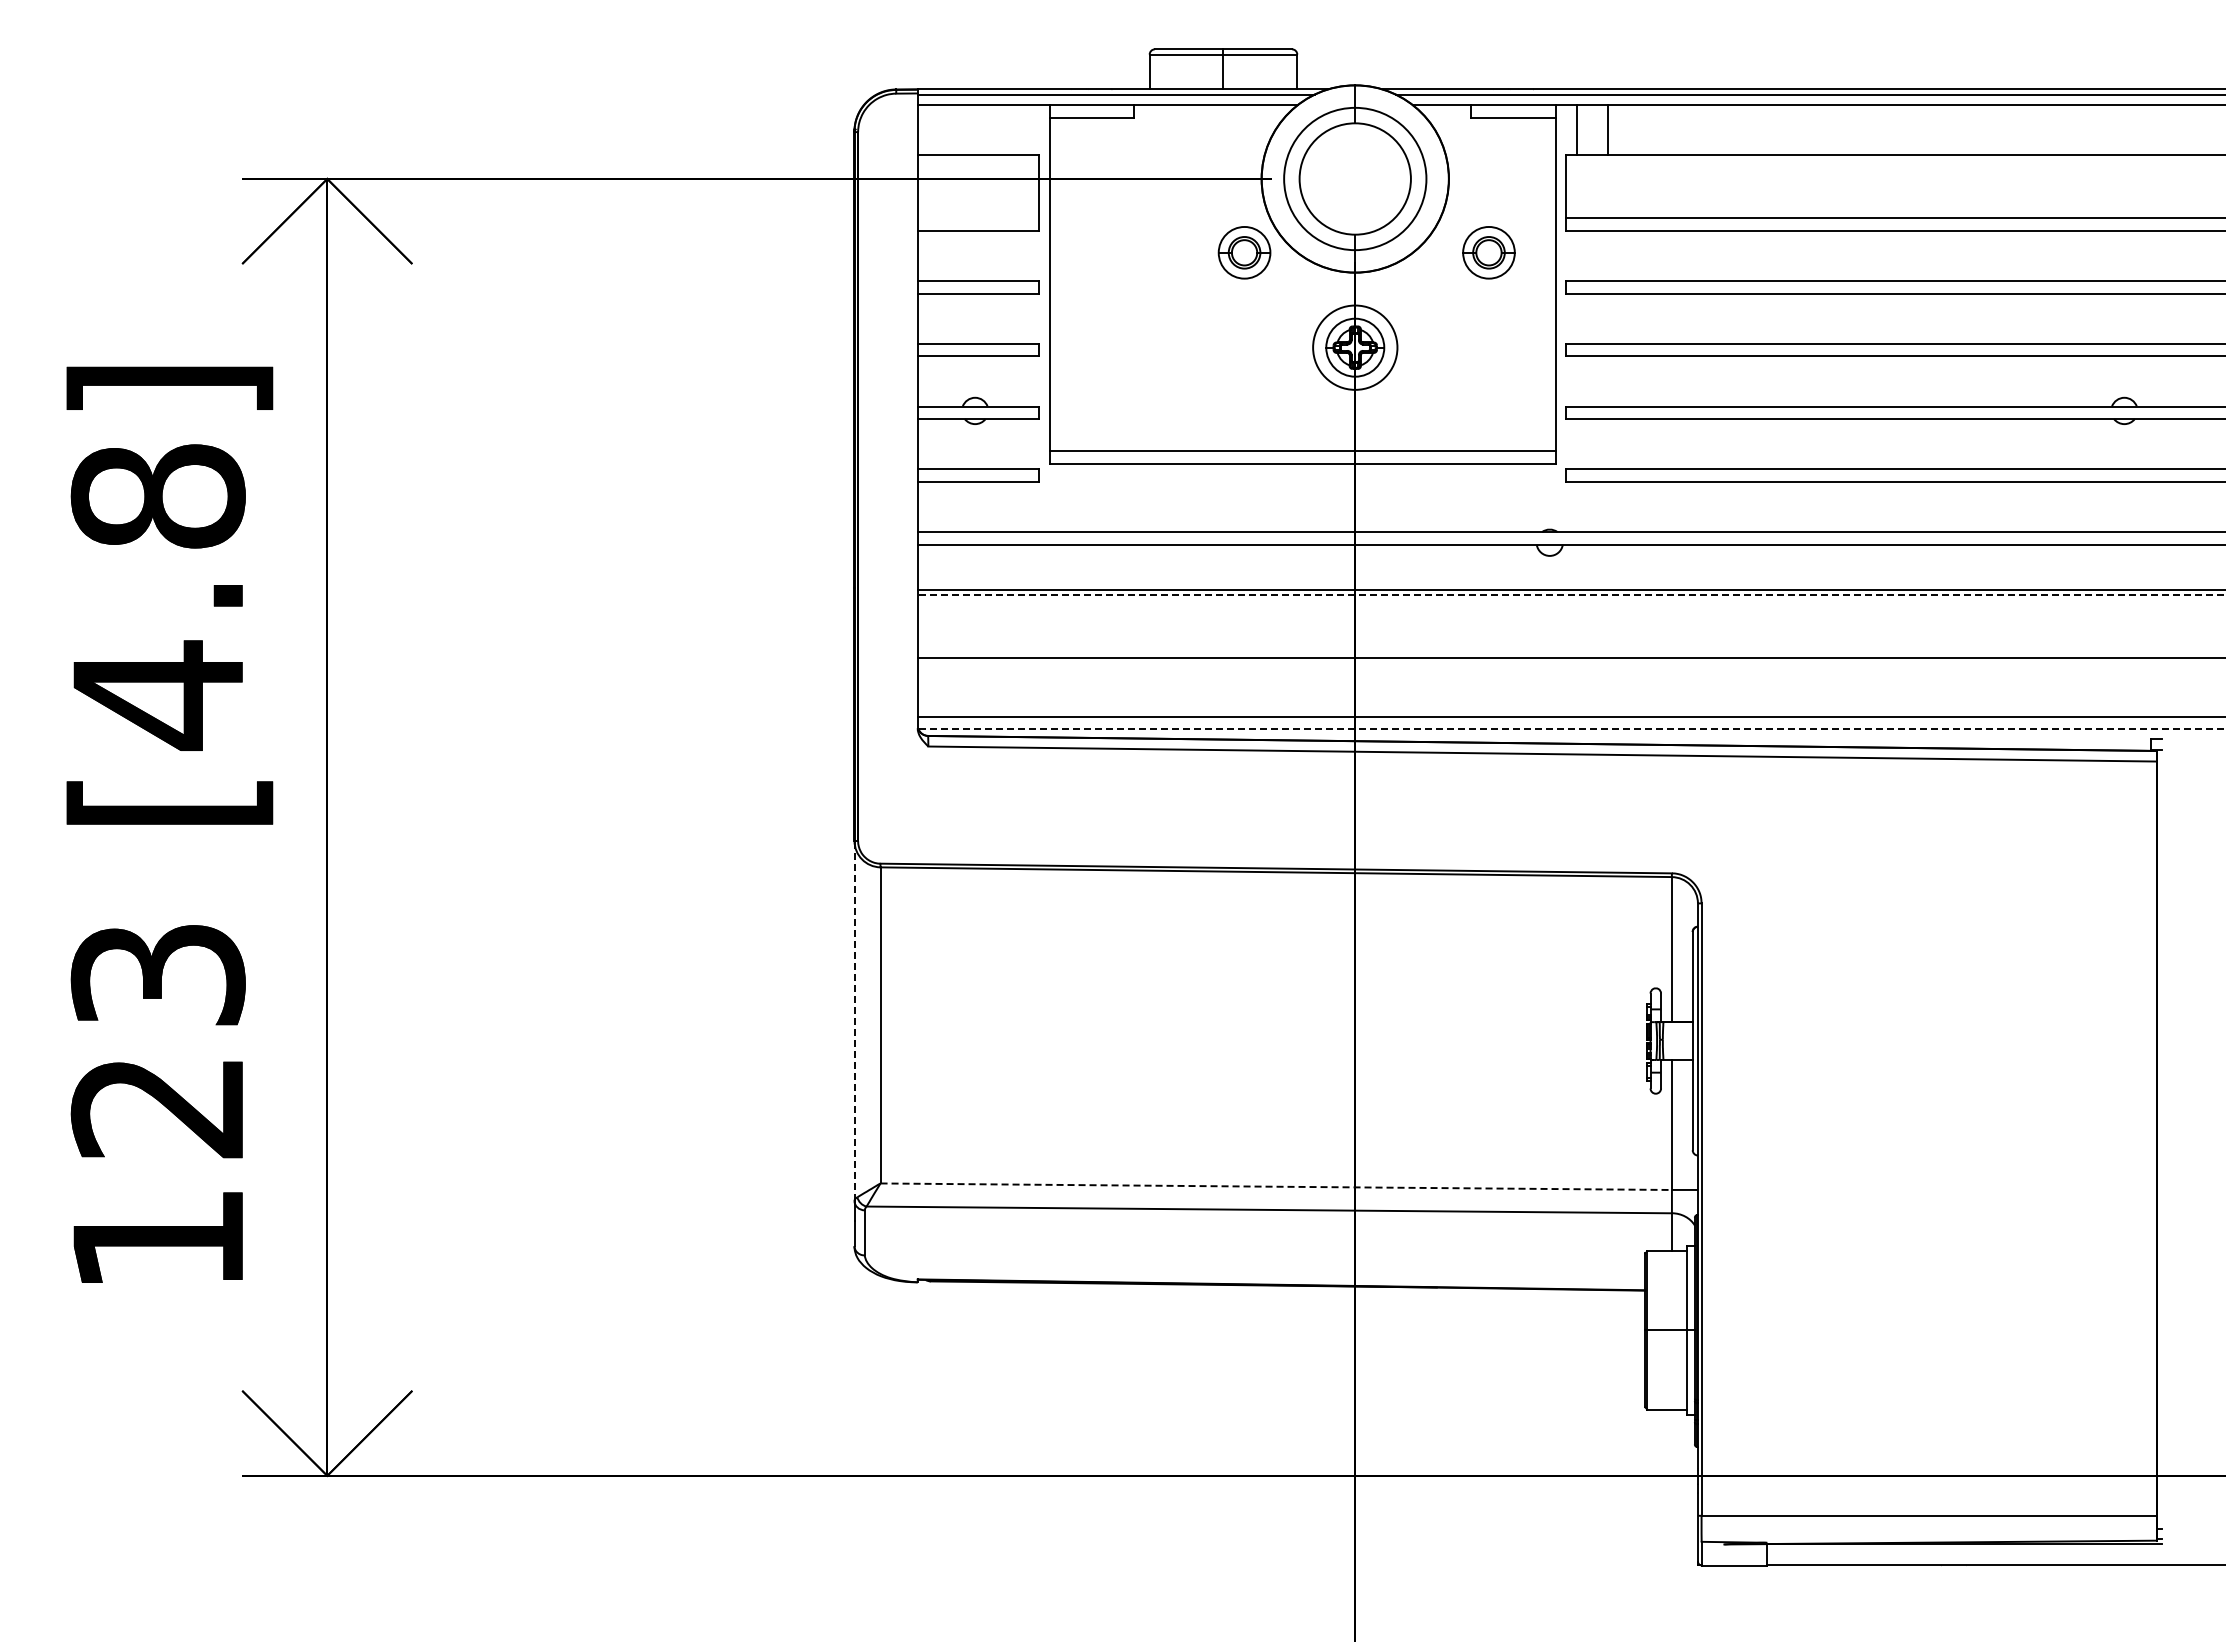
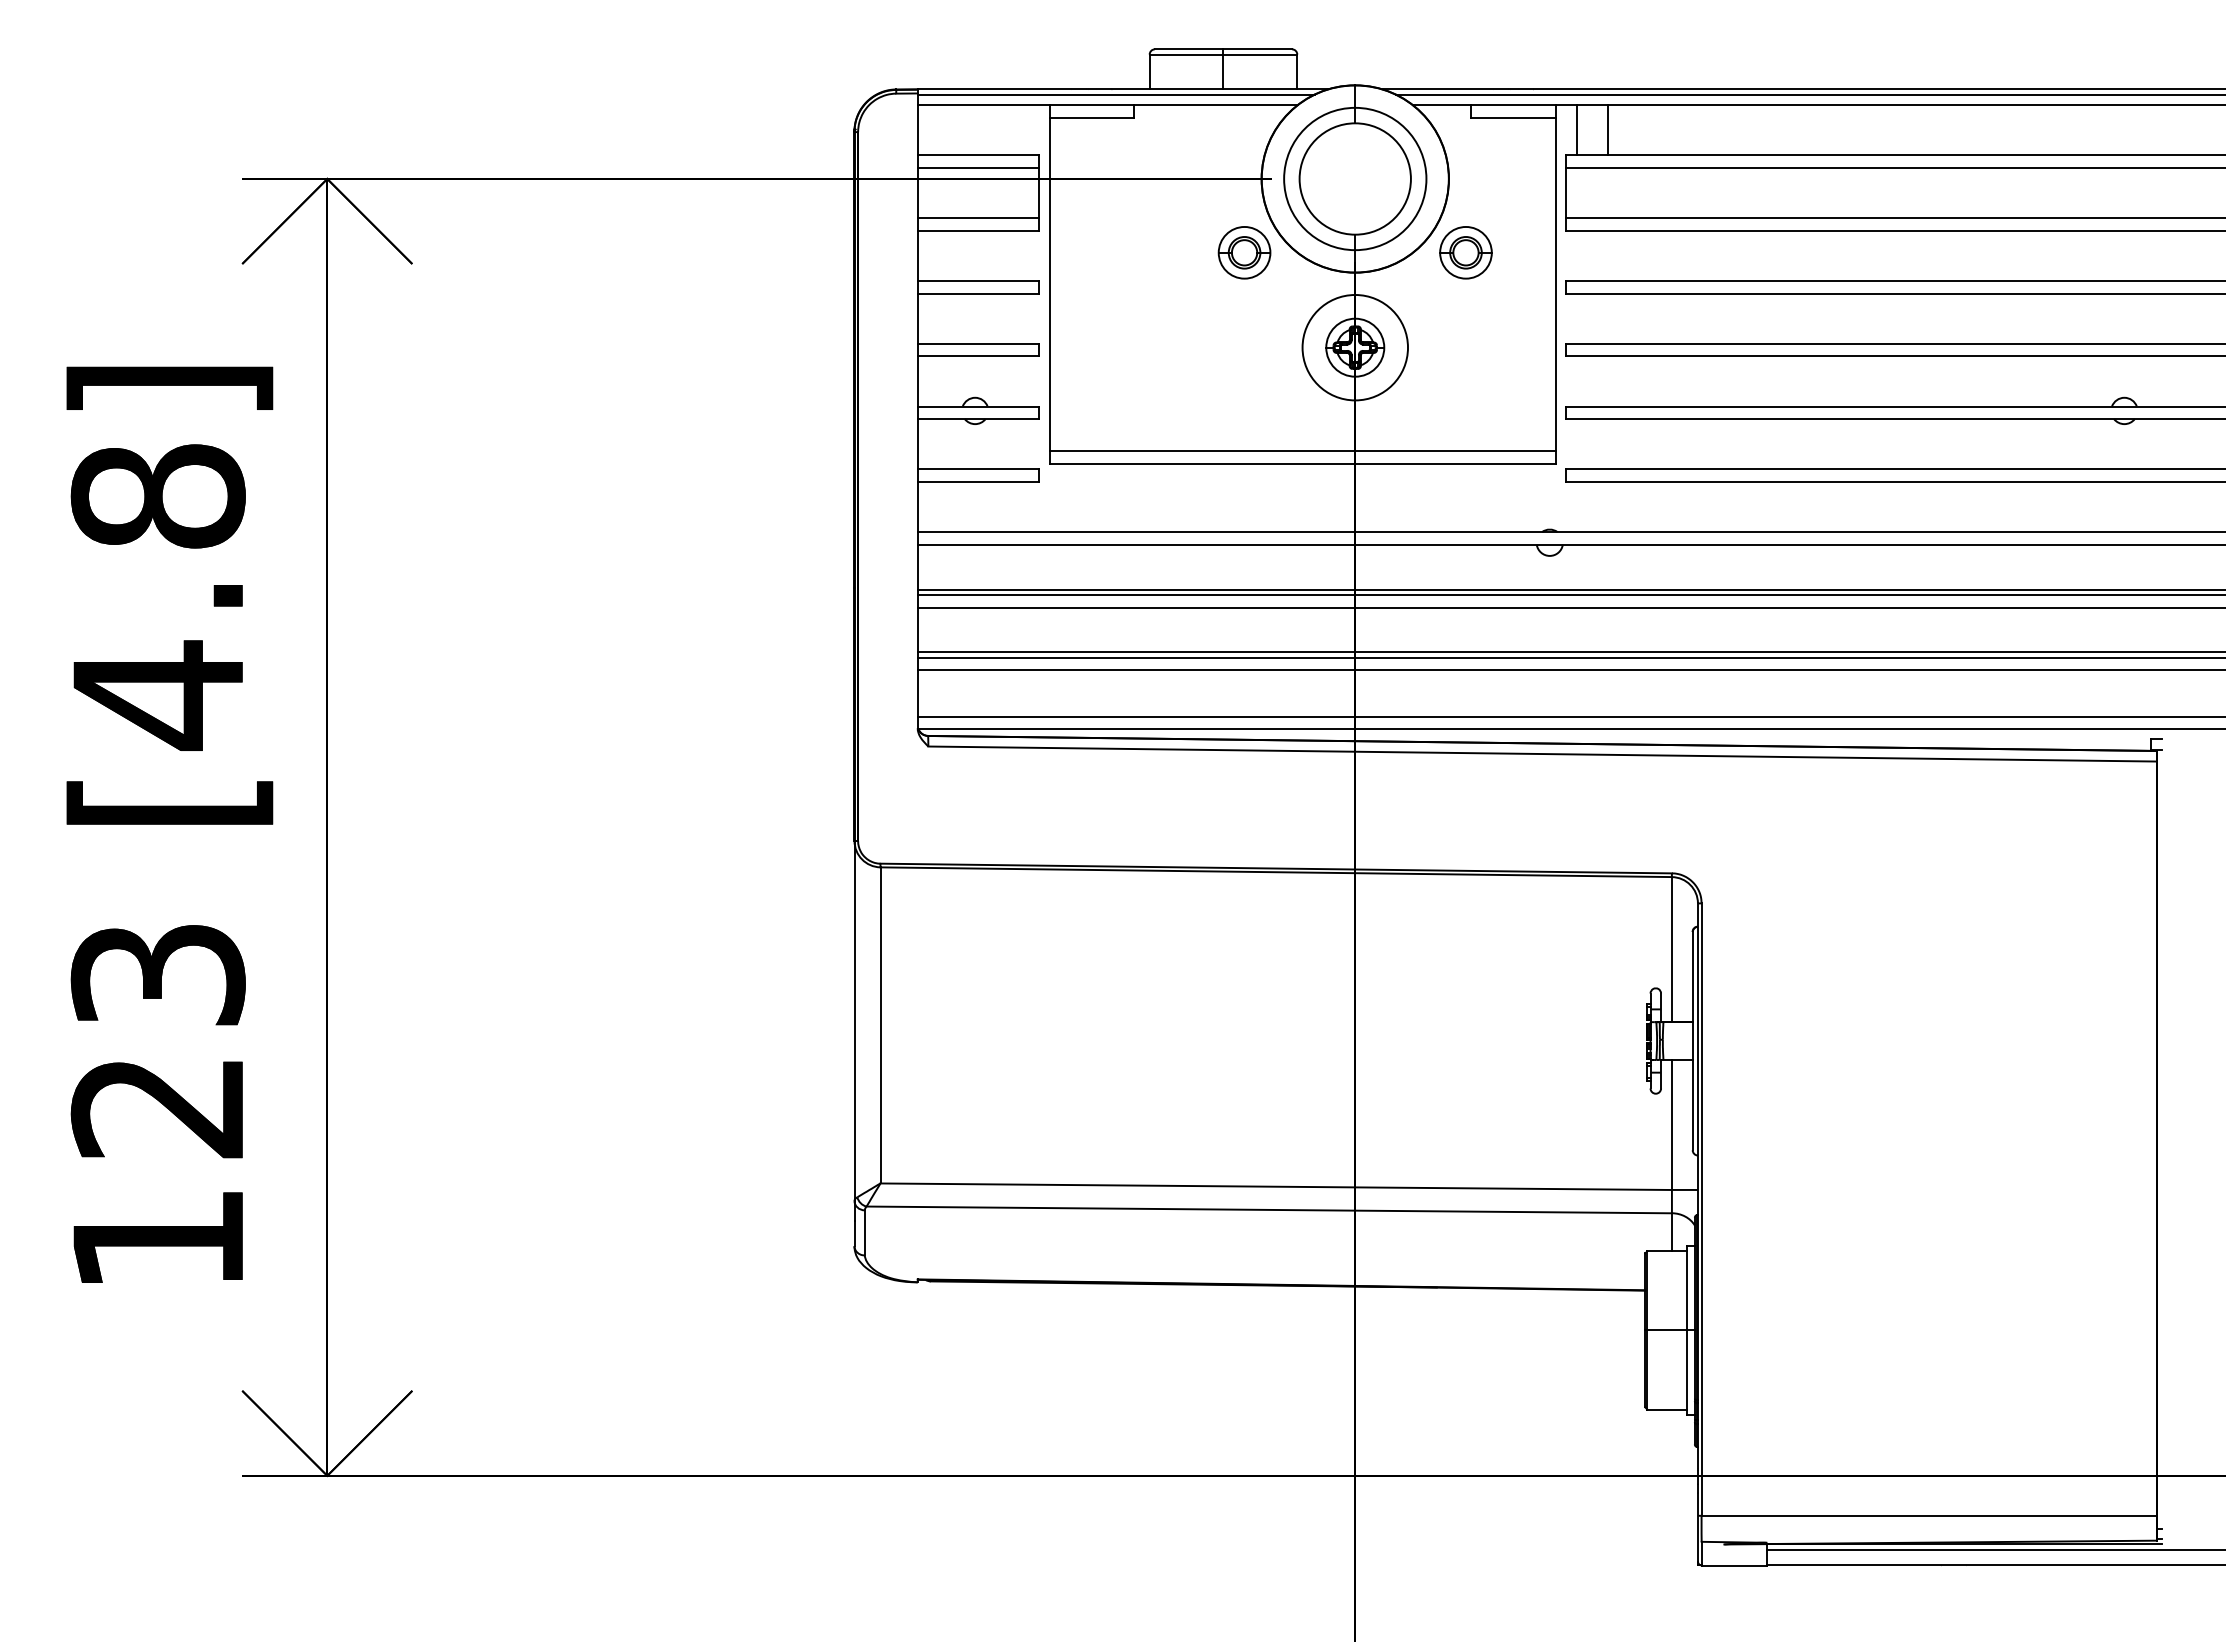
line at (977, 168): none -> present
line at (1894, 168): none -> present
line at (977, 218): none -> present
part at (1488, 252) position: (1488, 252) -> (1465, 252)
circle at (1355, 347) diameter: 84 px -> 105 px
line at (1571, 594): dashed -> solid
line at (1569, 607): none -> present
line at (1569, 652): none -> present
line at (1569, 670): none -> present
line at (1571, 729): dashed -> solid
line at (854, 1020): dashed -> solid
line at (1276, 1186): dashed -> solid
line at (1994, 1549): none -> present
